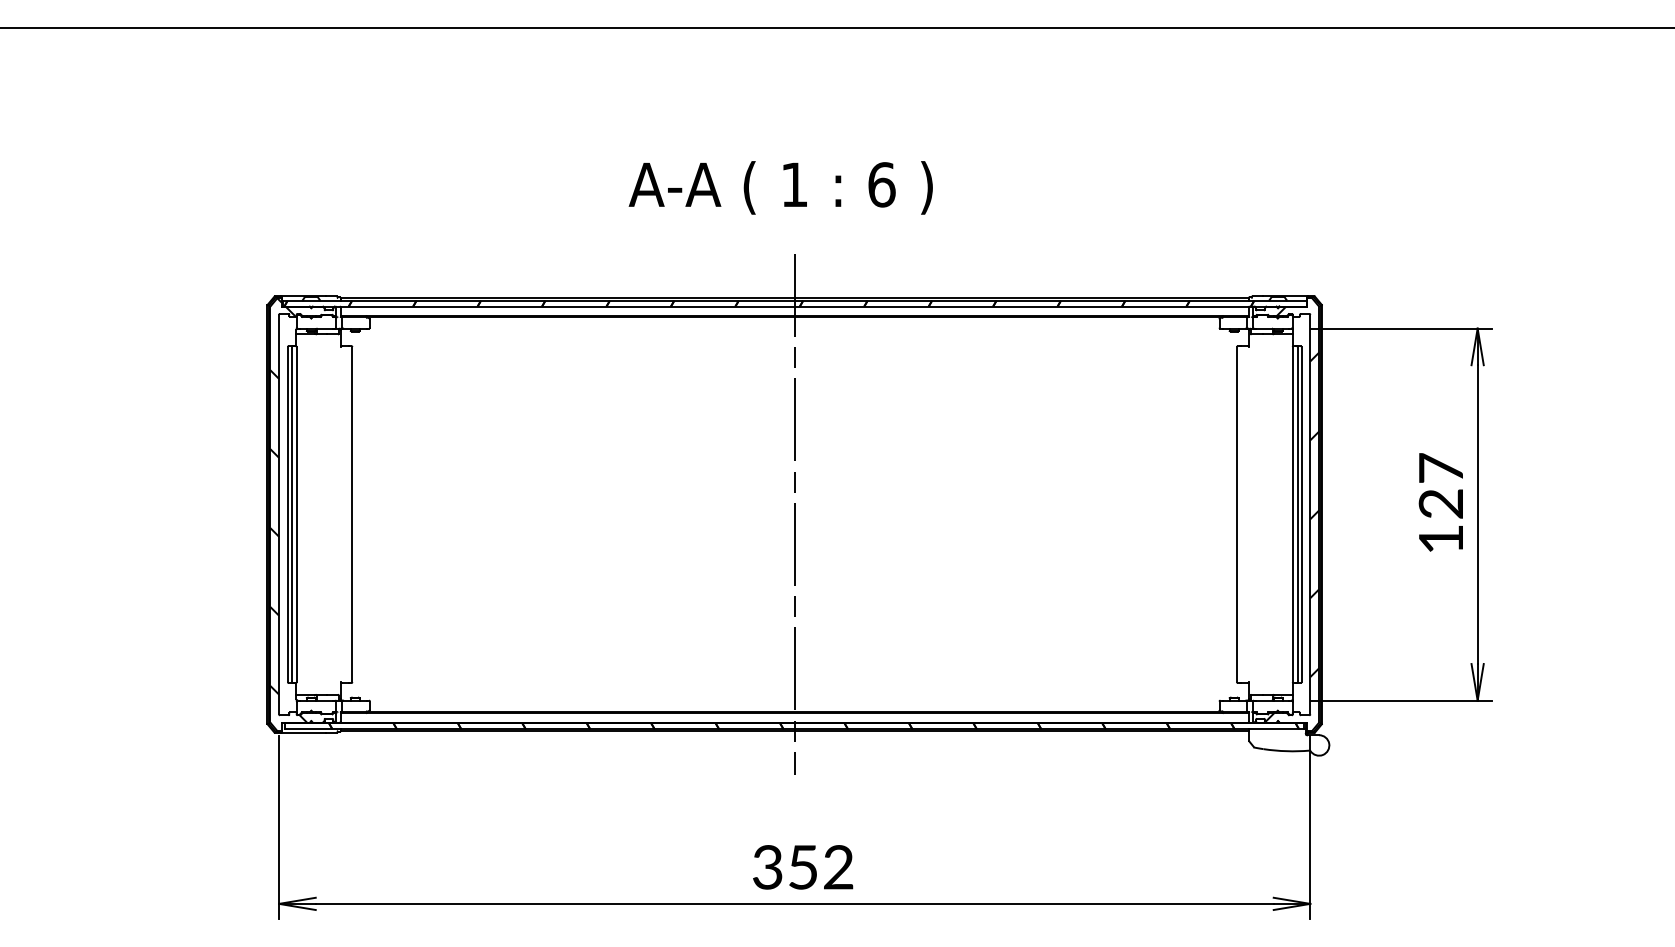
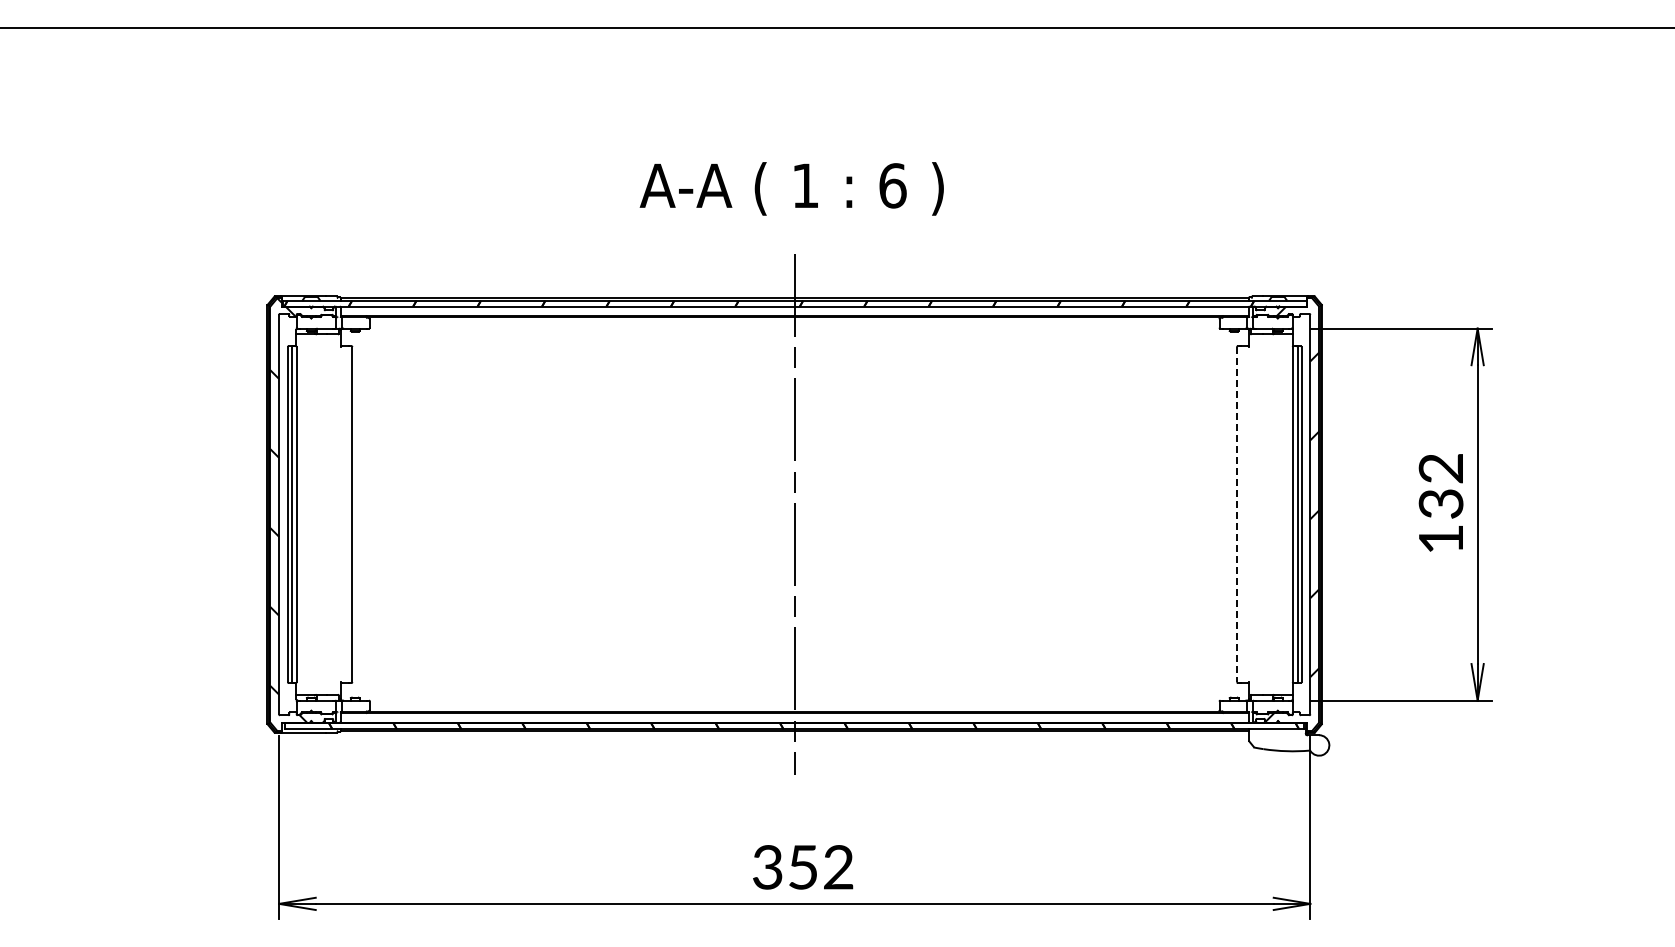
text at (780, 187) position: (780, 187) -> (791, 188)
text at (1440, 485): 127 -> 132
line at (1237, 514): solid -> dashed
